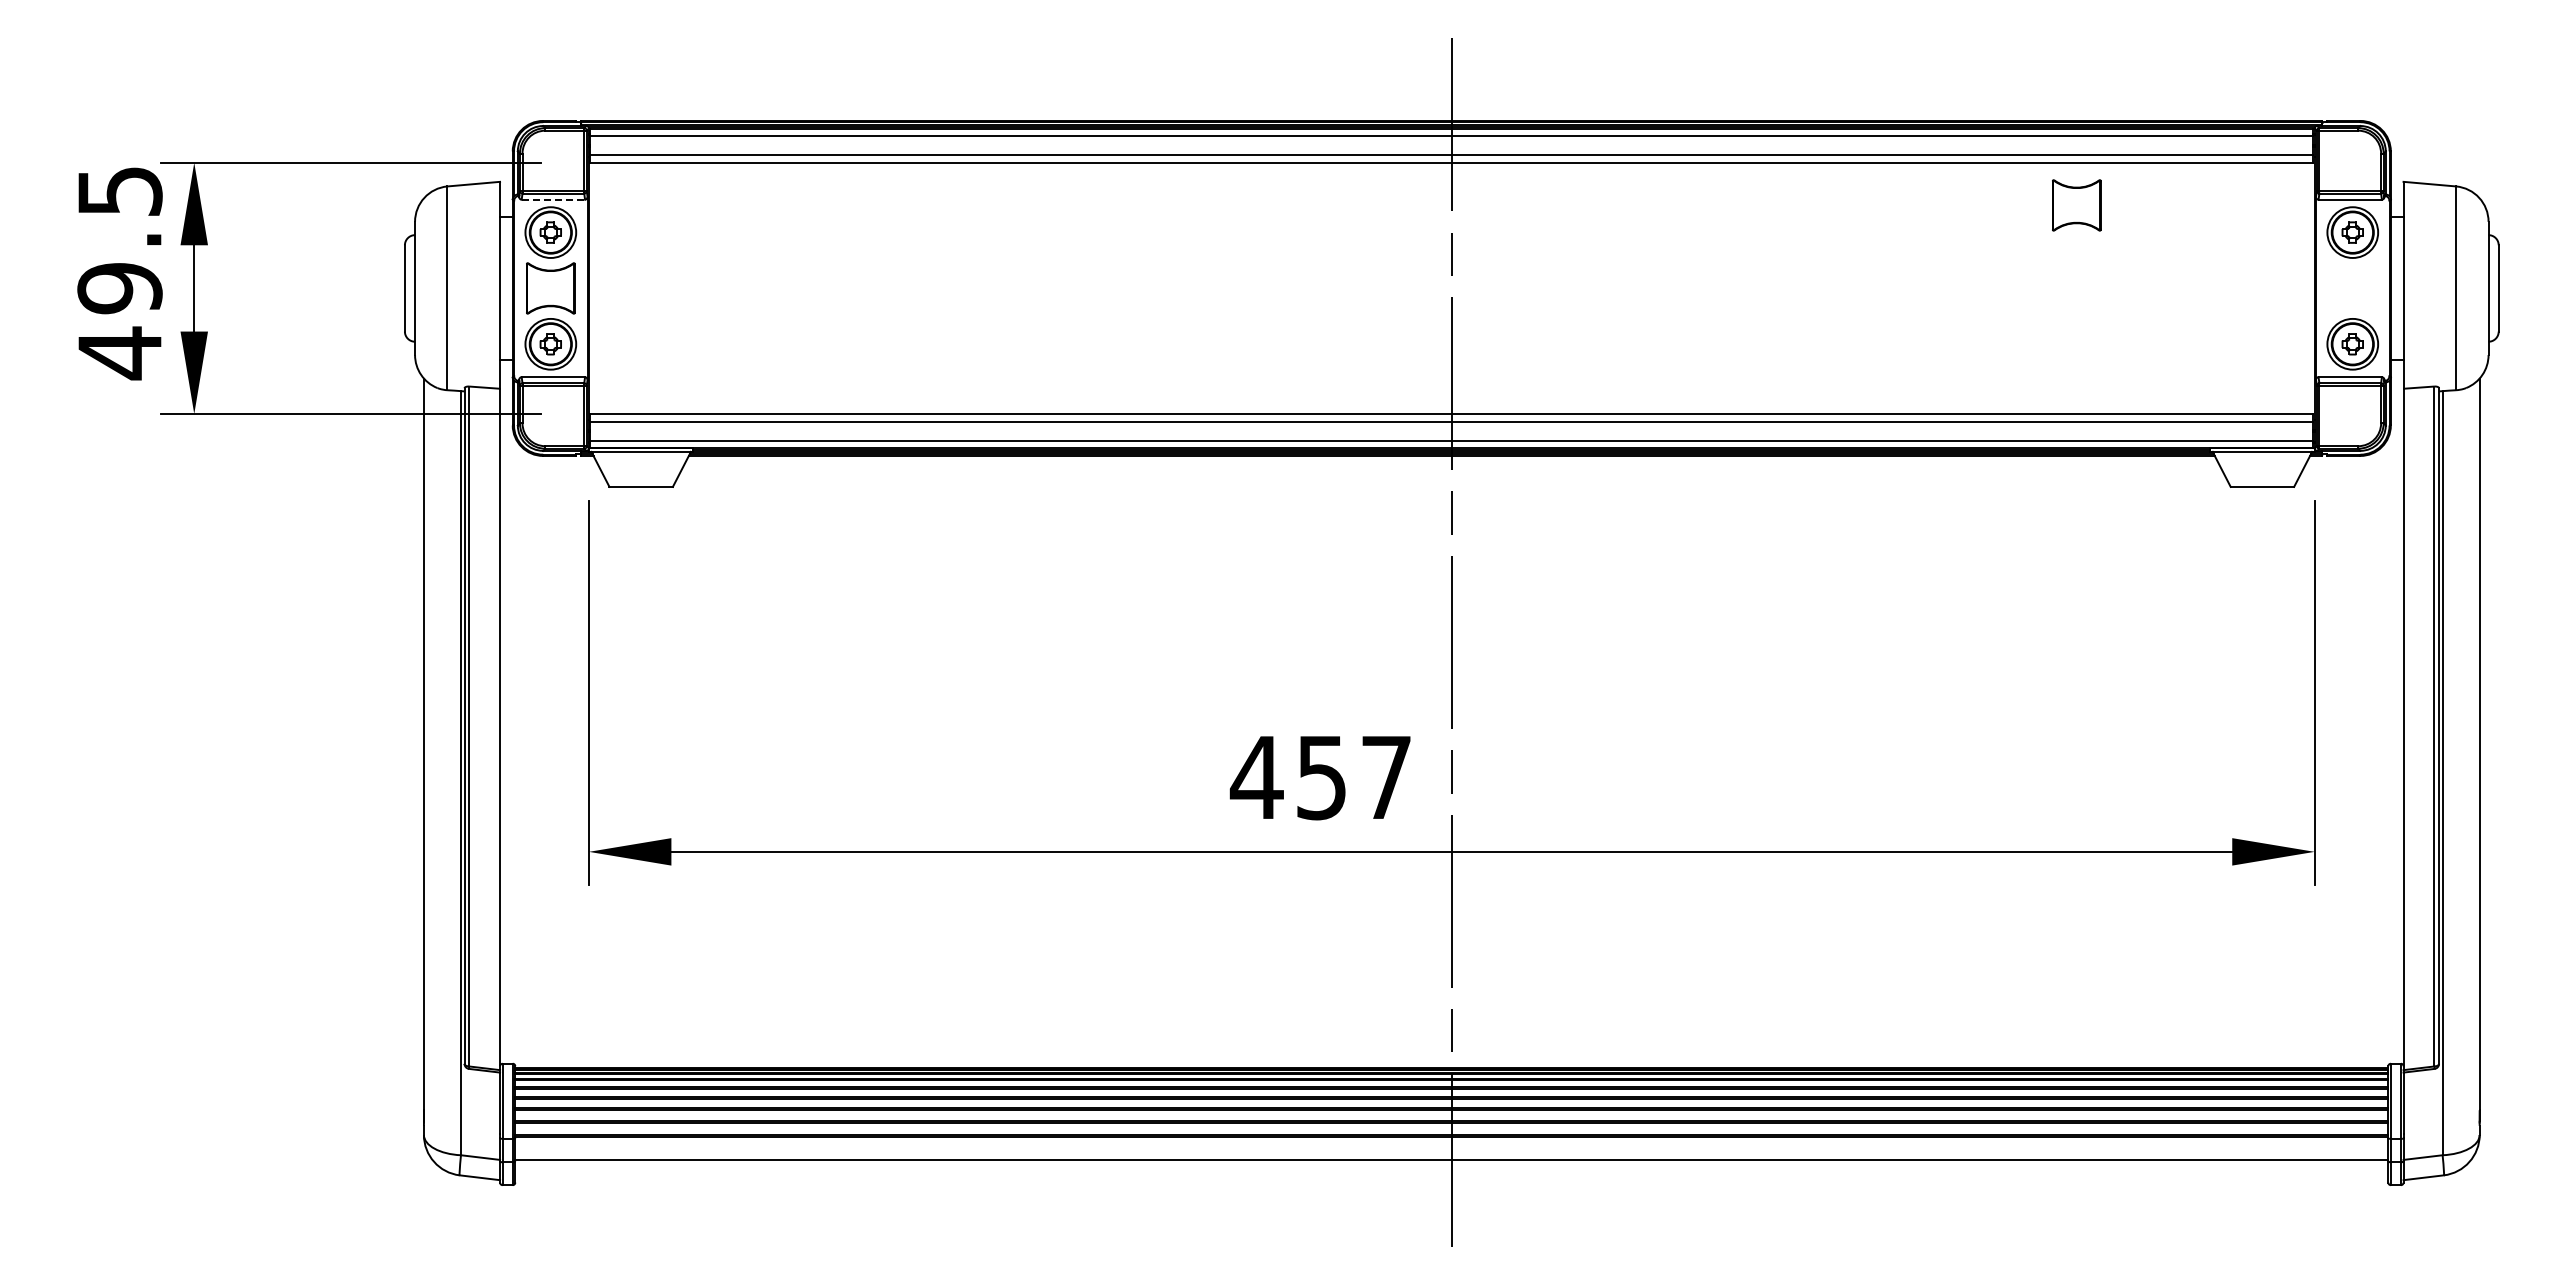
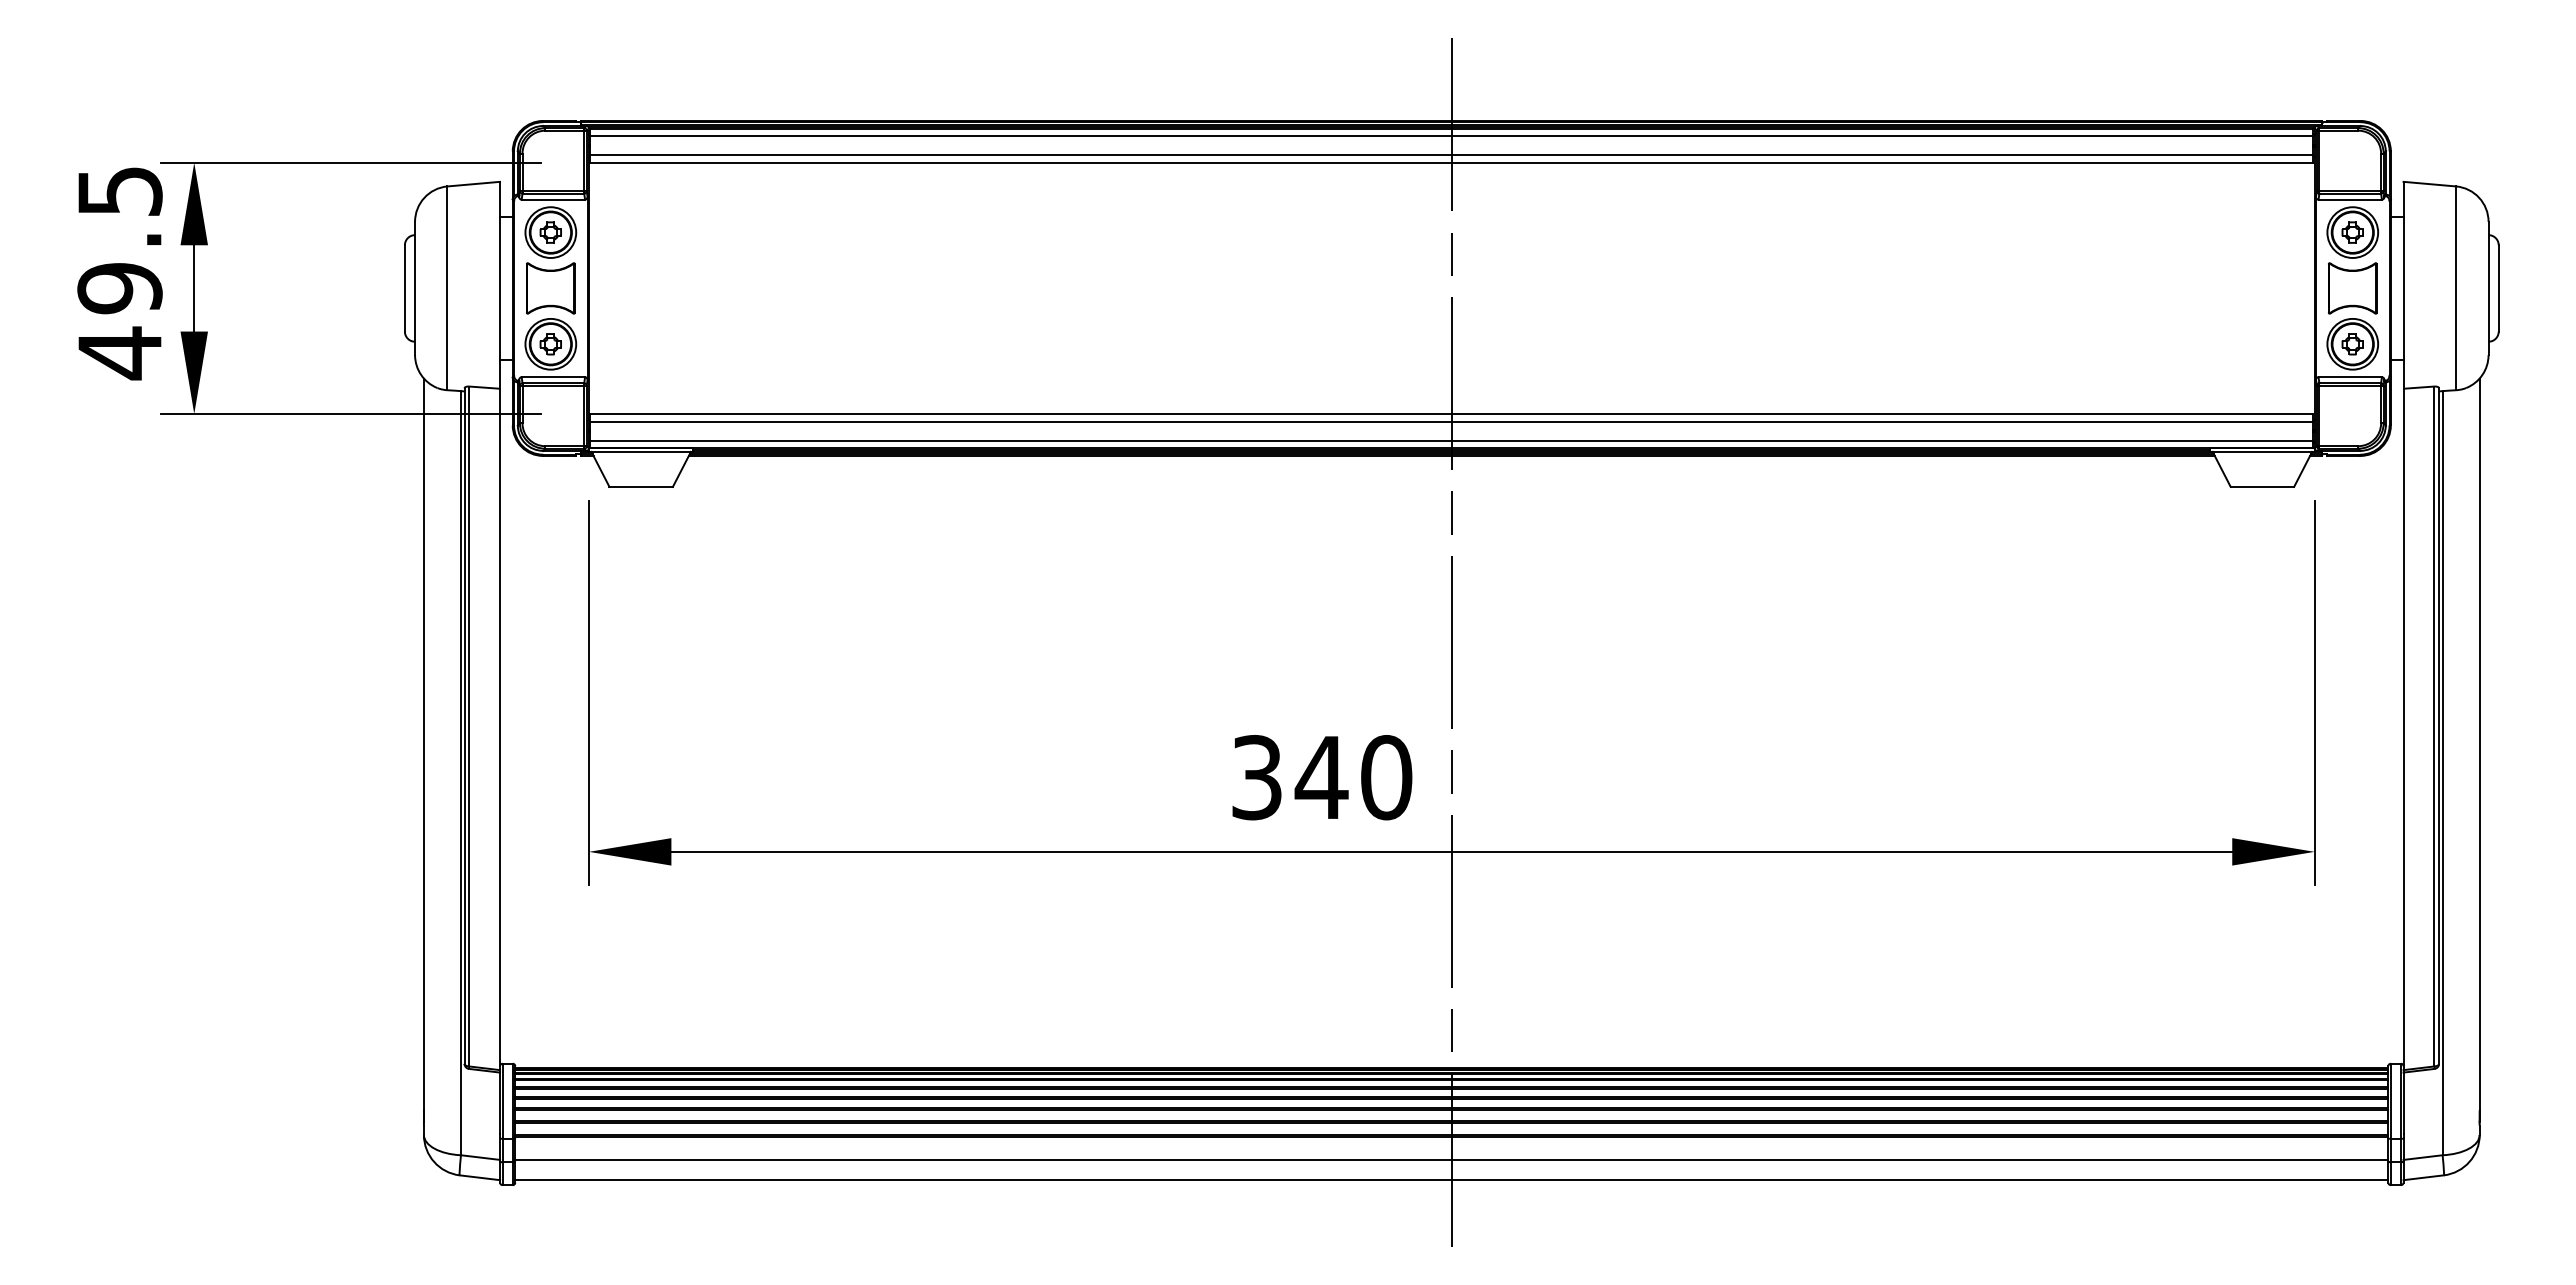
line at (553, 199): dashed -> solid
part at (2076, 205) position: (2076, 205) -> (2352, 288)
text at (1320, 777): 457 -> 340
line at (1451, 1180): none -> present
